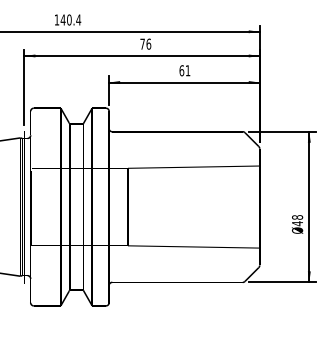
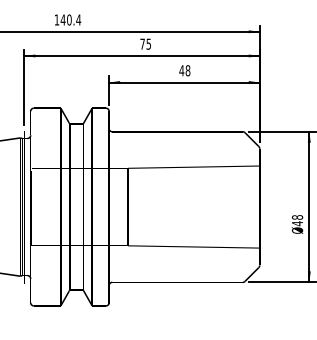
text at (148, 43): 76 -> 75
text at (184, 70): 61 -> 48
